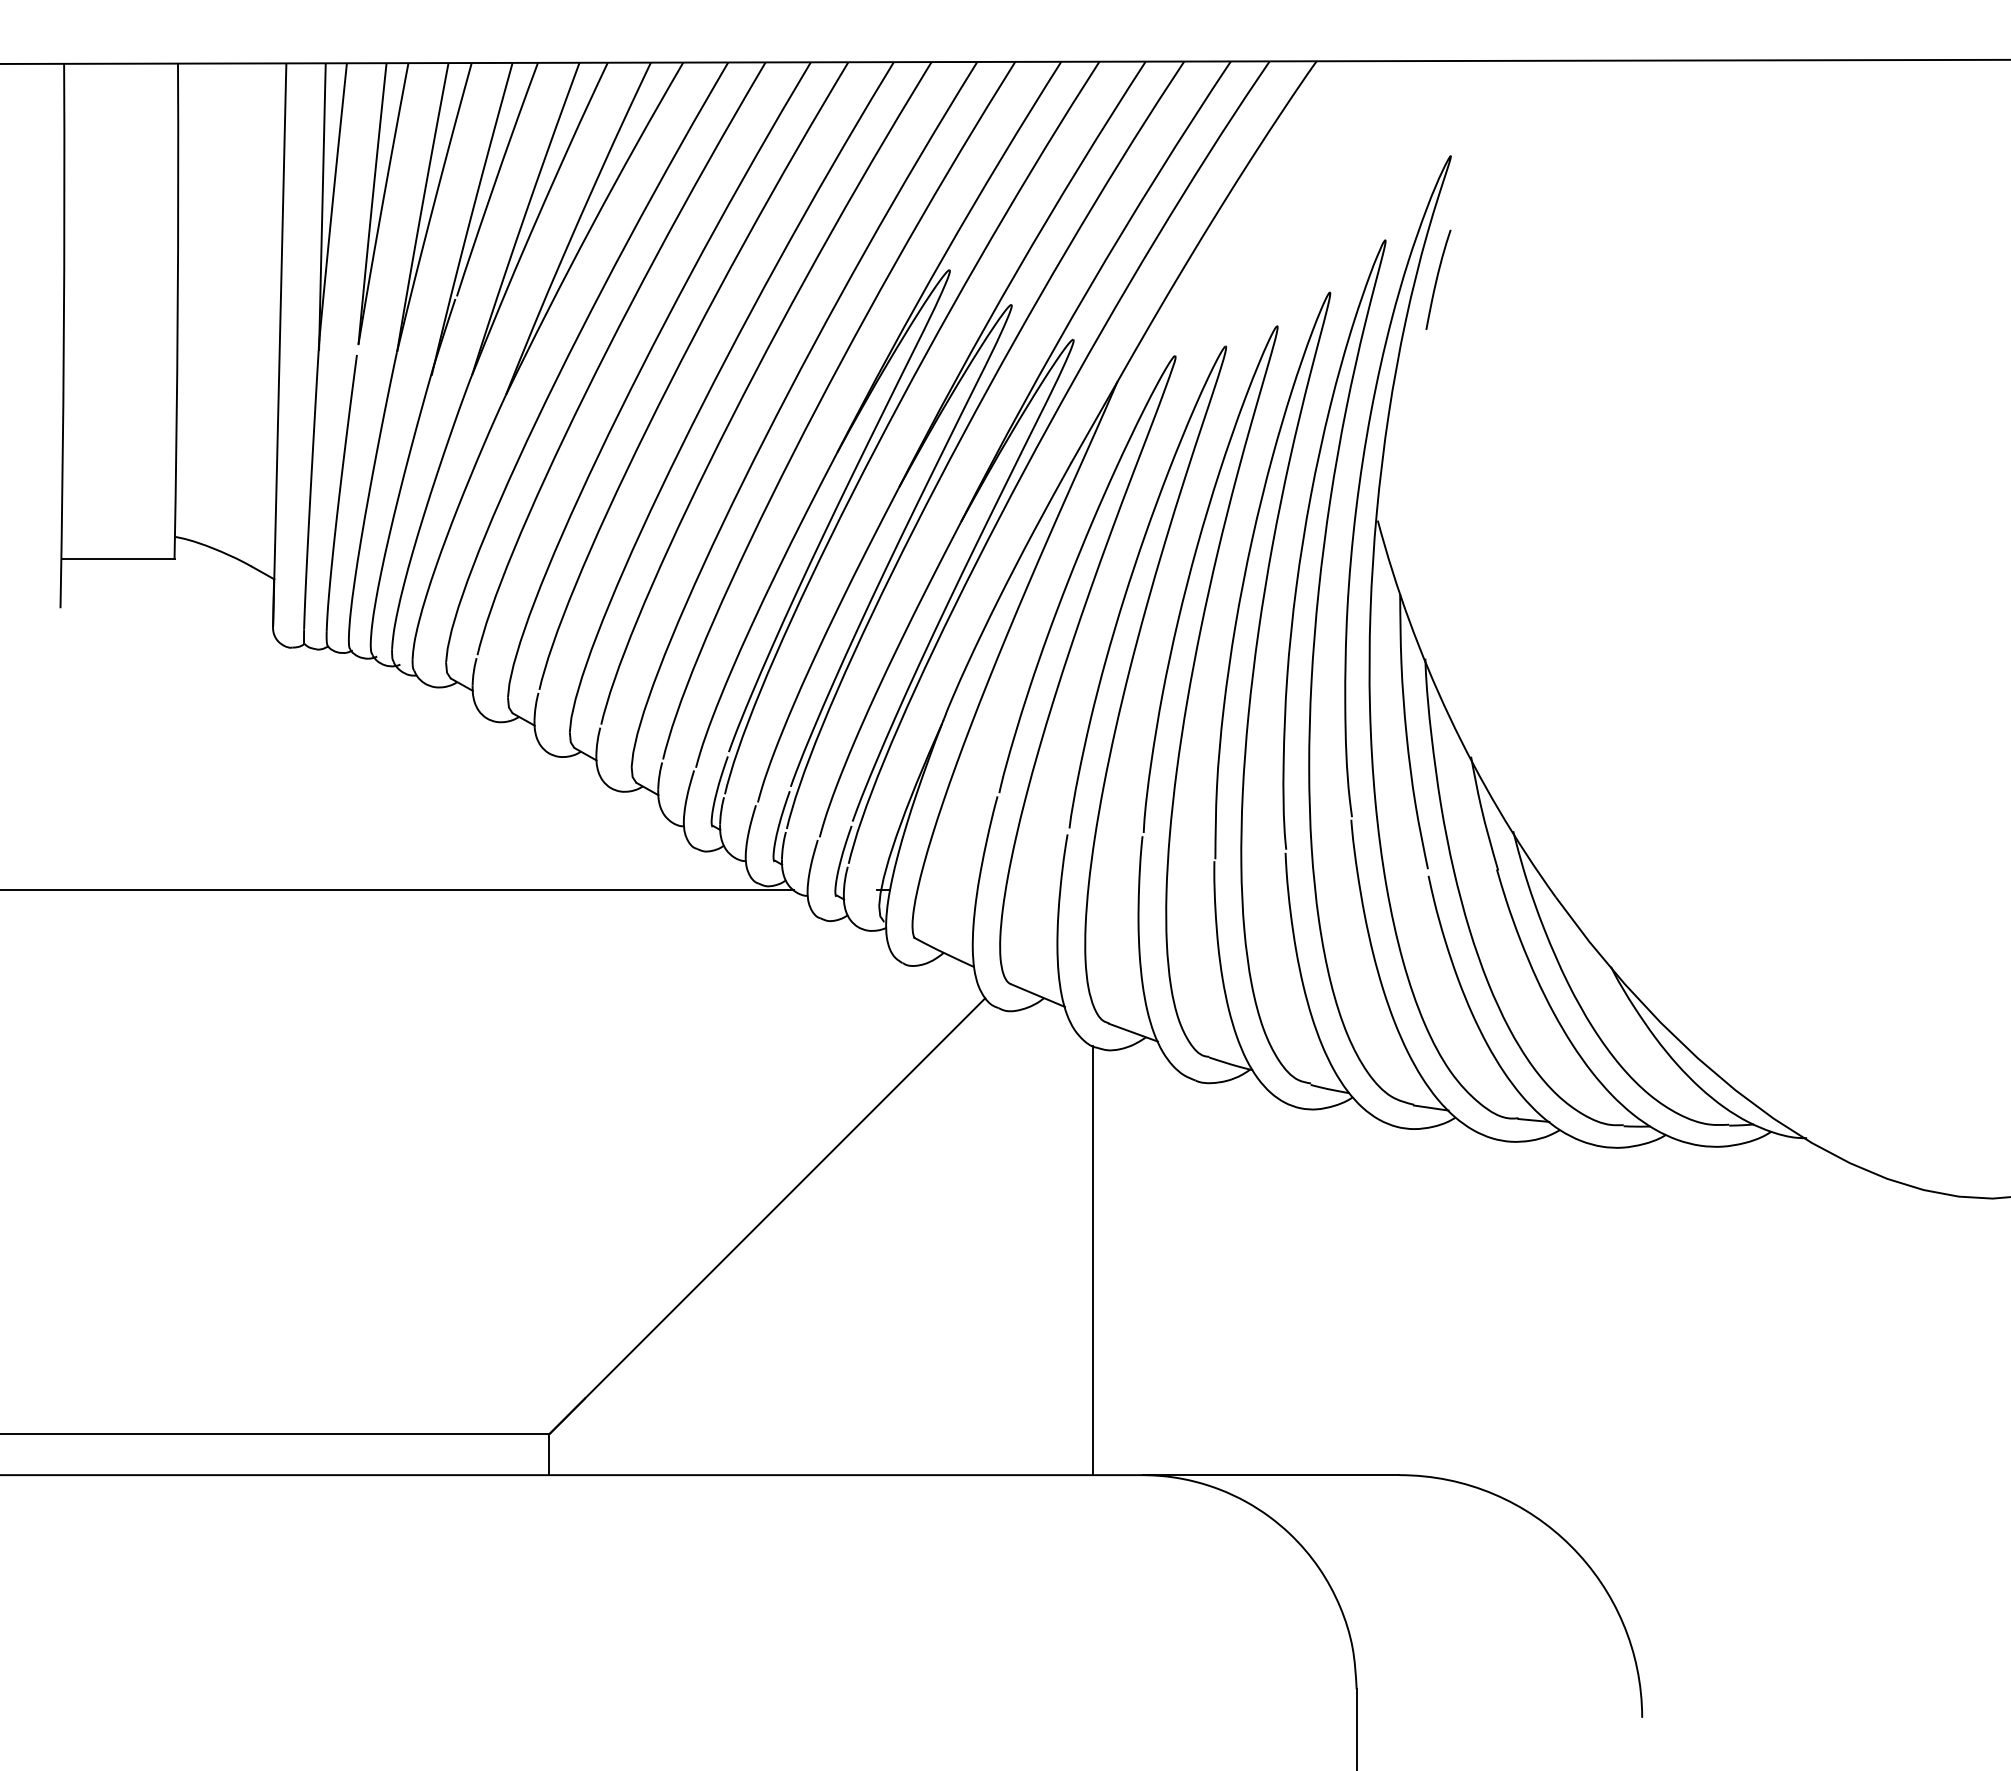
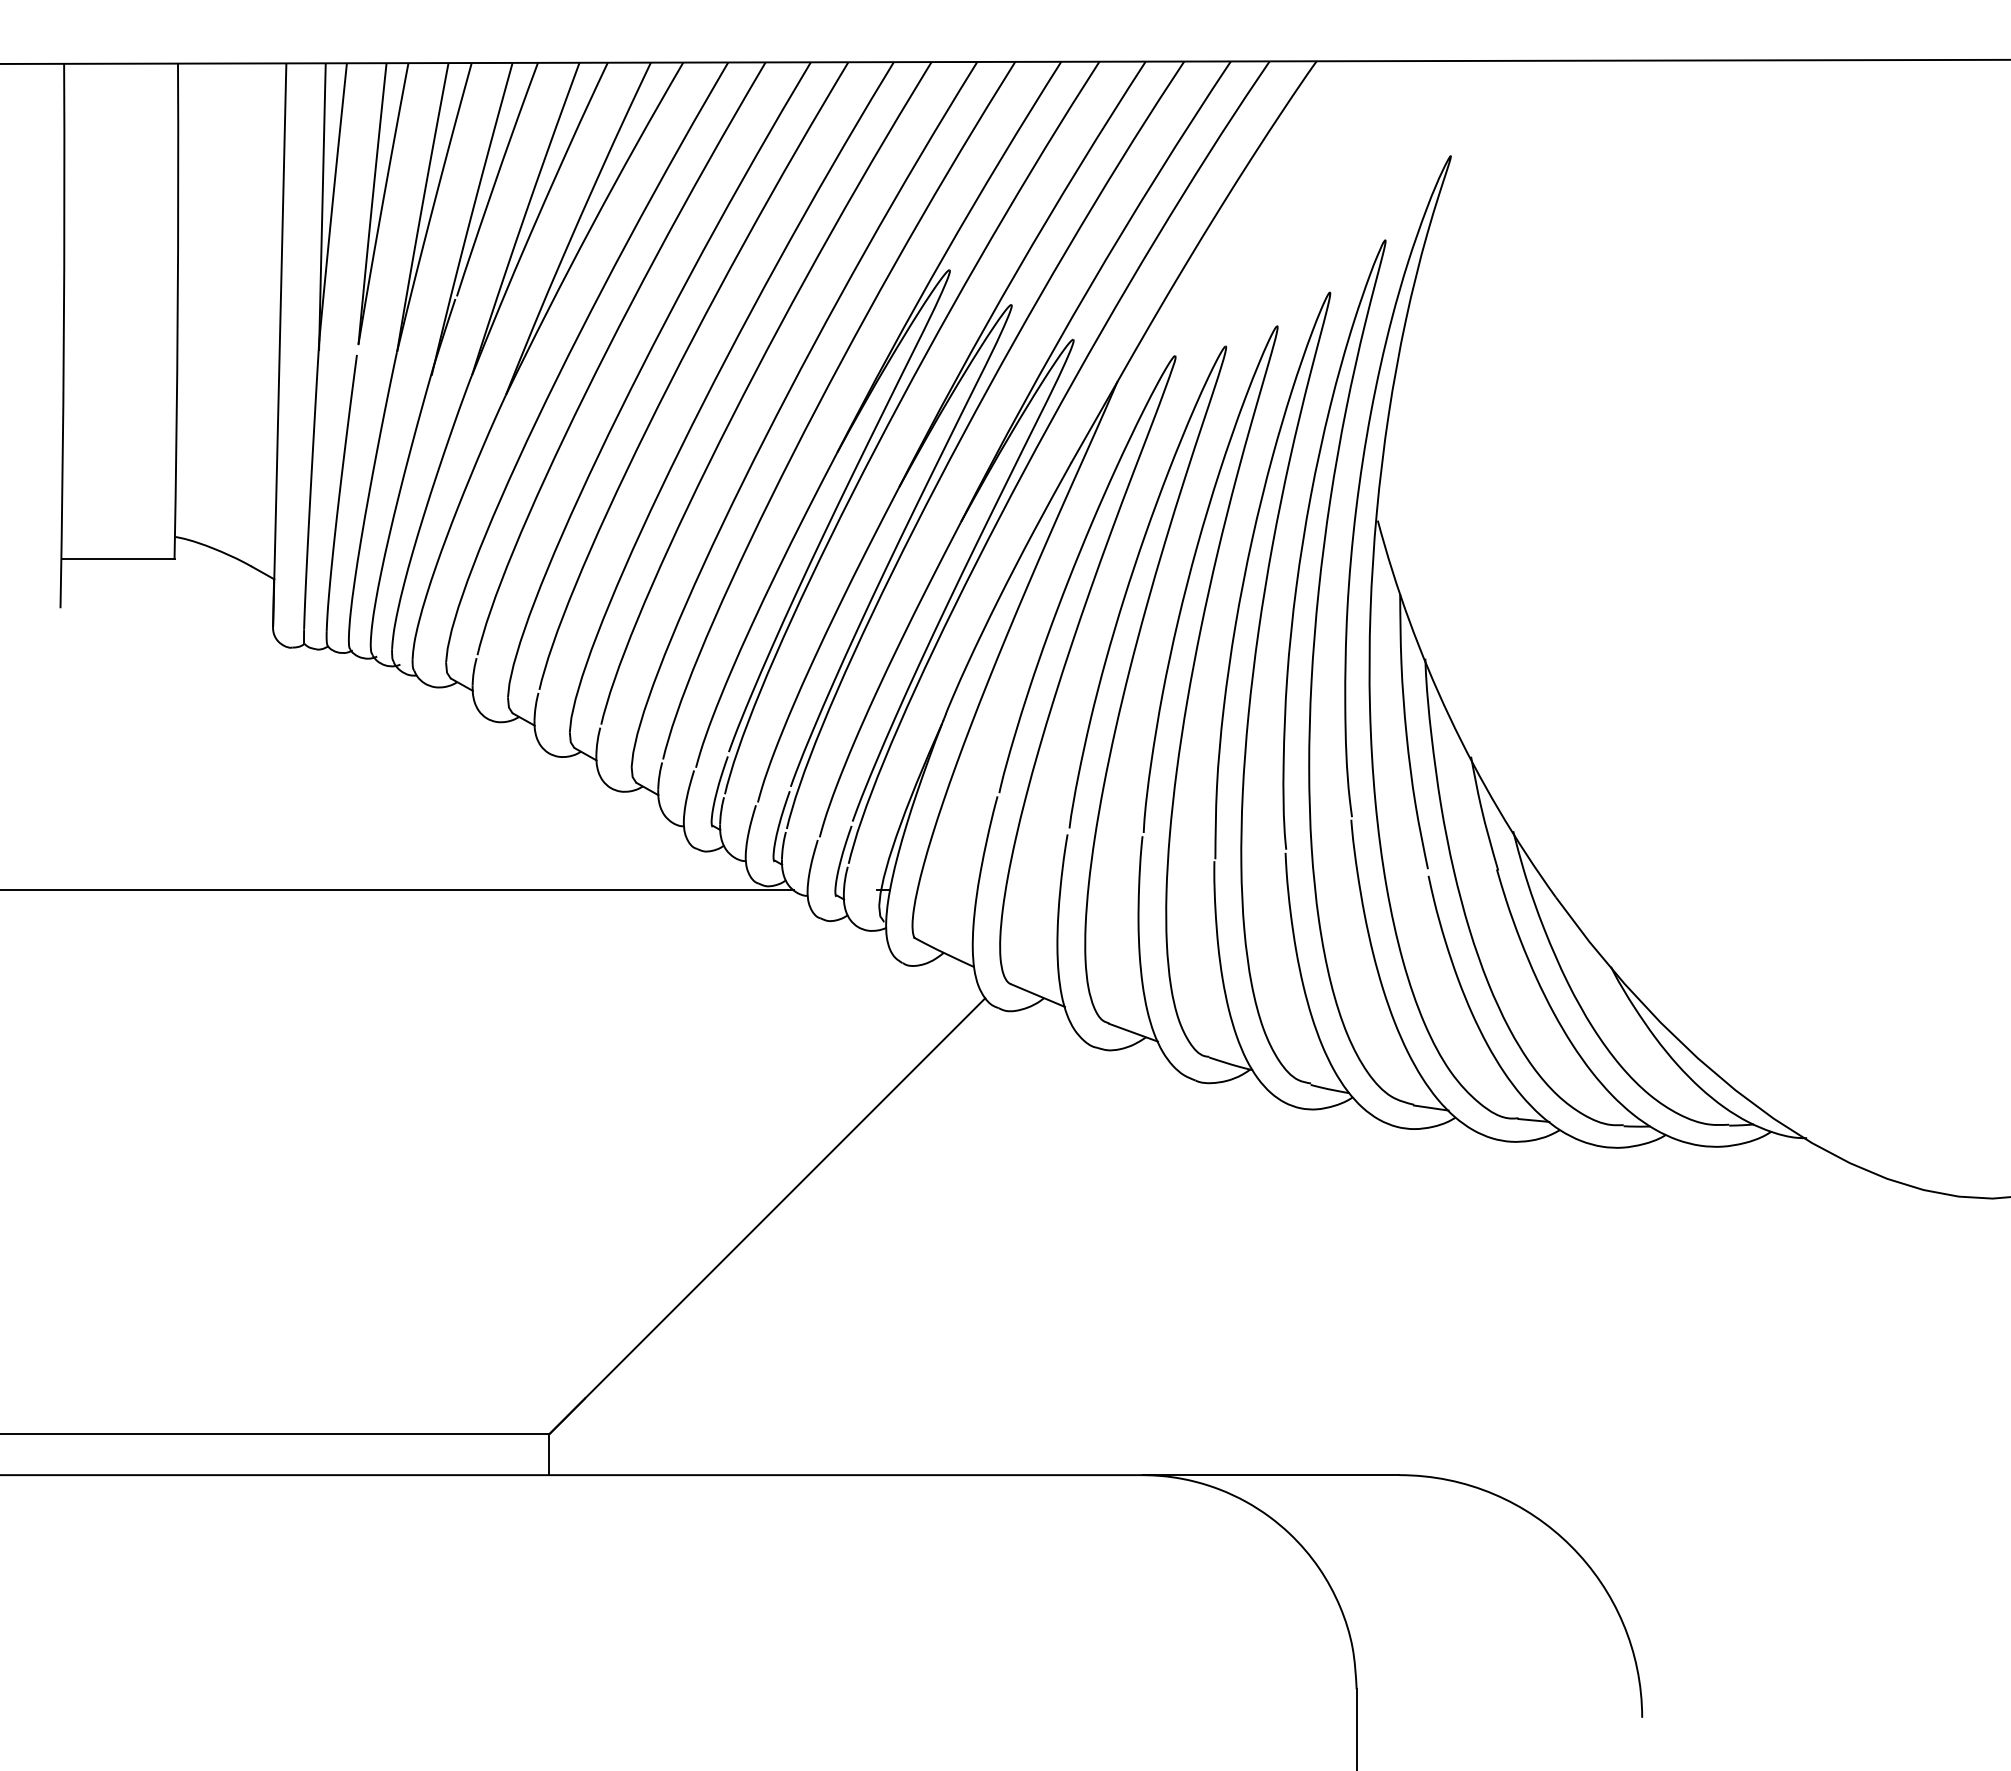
curve at (1437, 279): present -> none
line at (1093, 1260): present -> none
